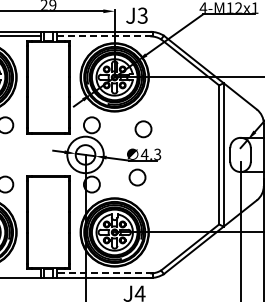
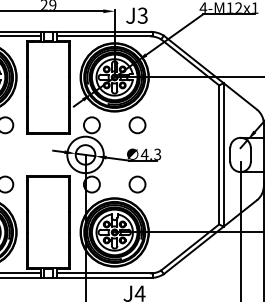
line at (105, 36): dashed -> solid
circle at (143, 129) position: (143, 129) -> (137, 125)
circle at (137, 177) position: (137, 177) -> (137, 184)
line at (21, 273): none -> present
line at (104, 273): dashed -> solid
